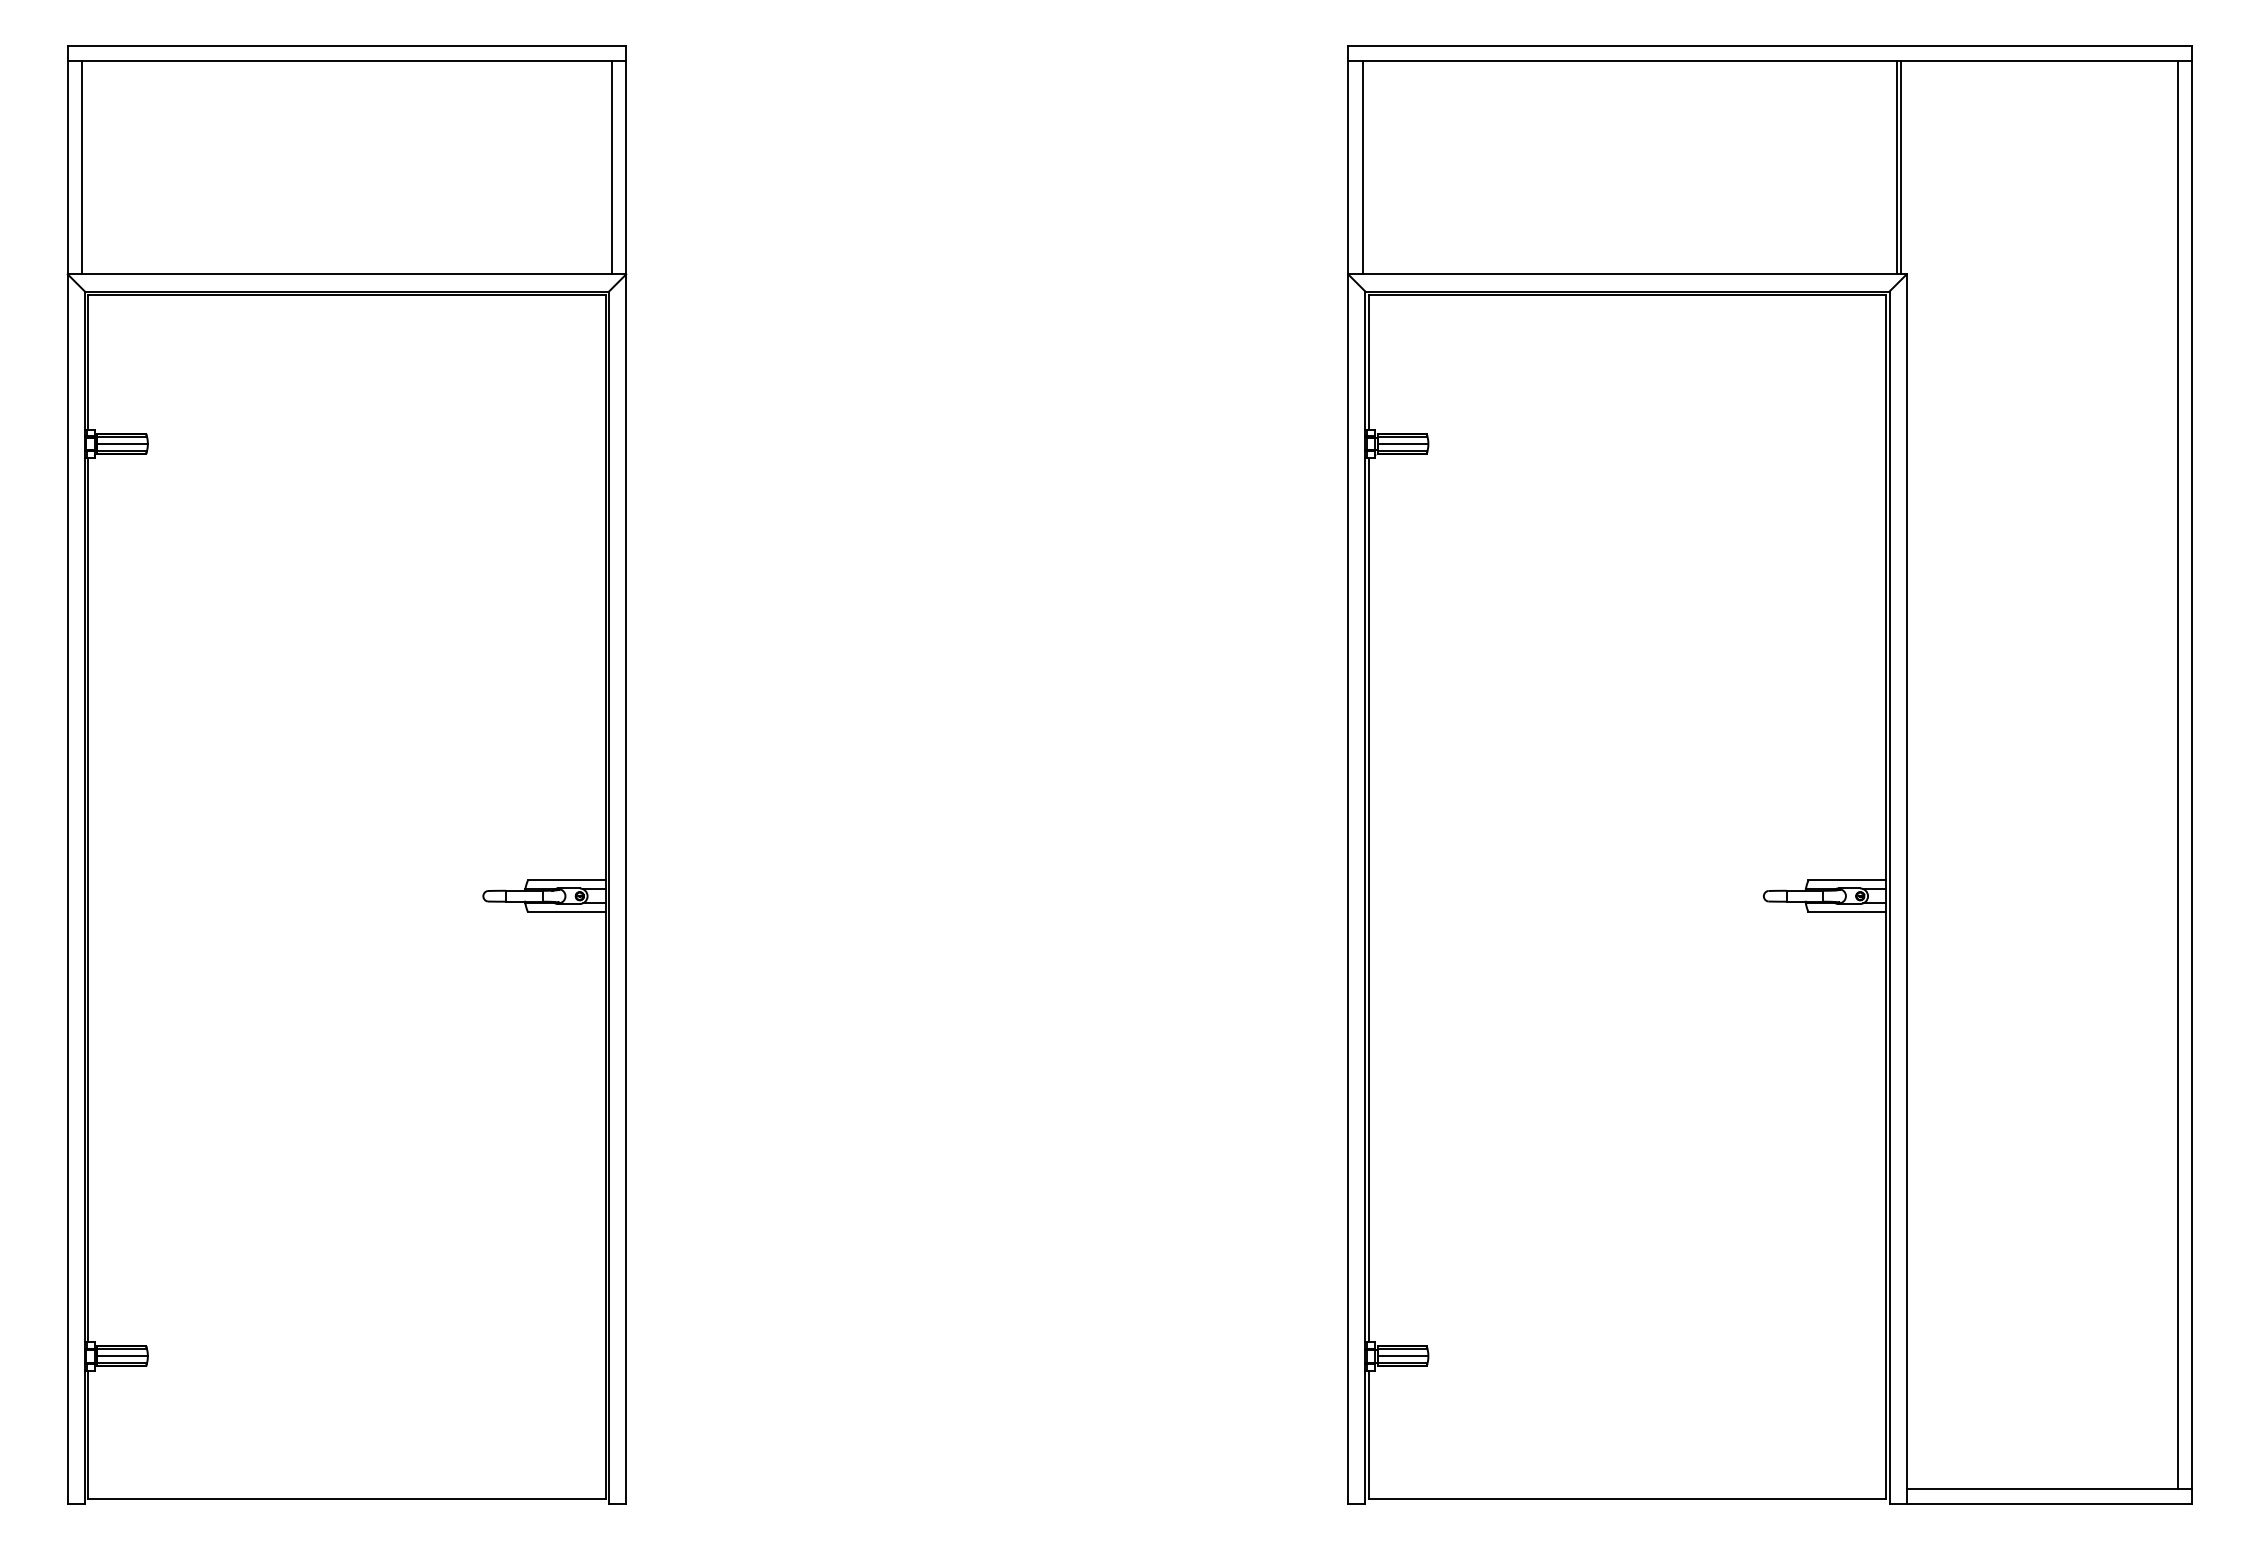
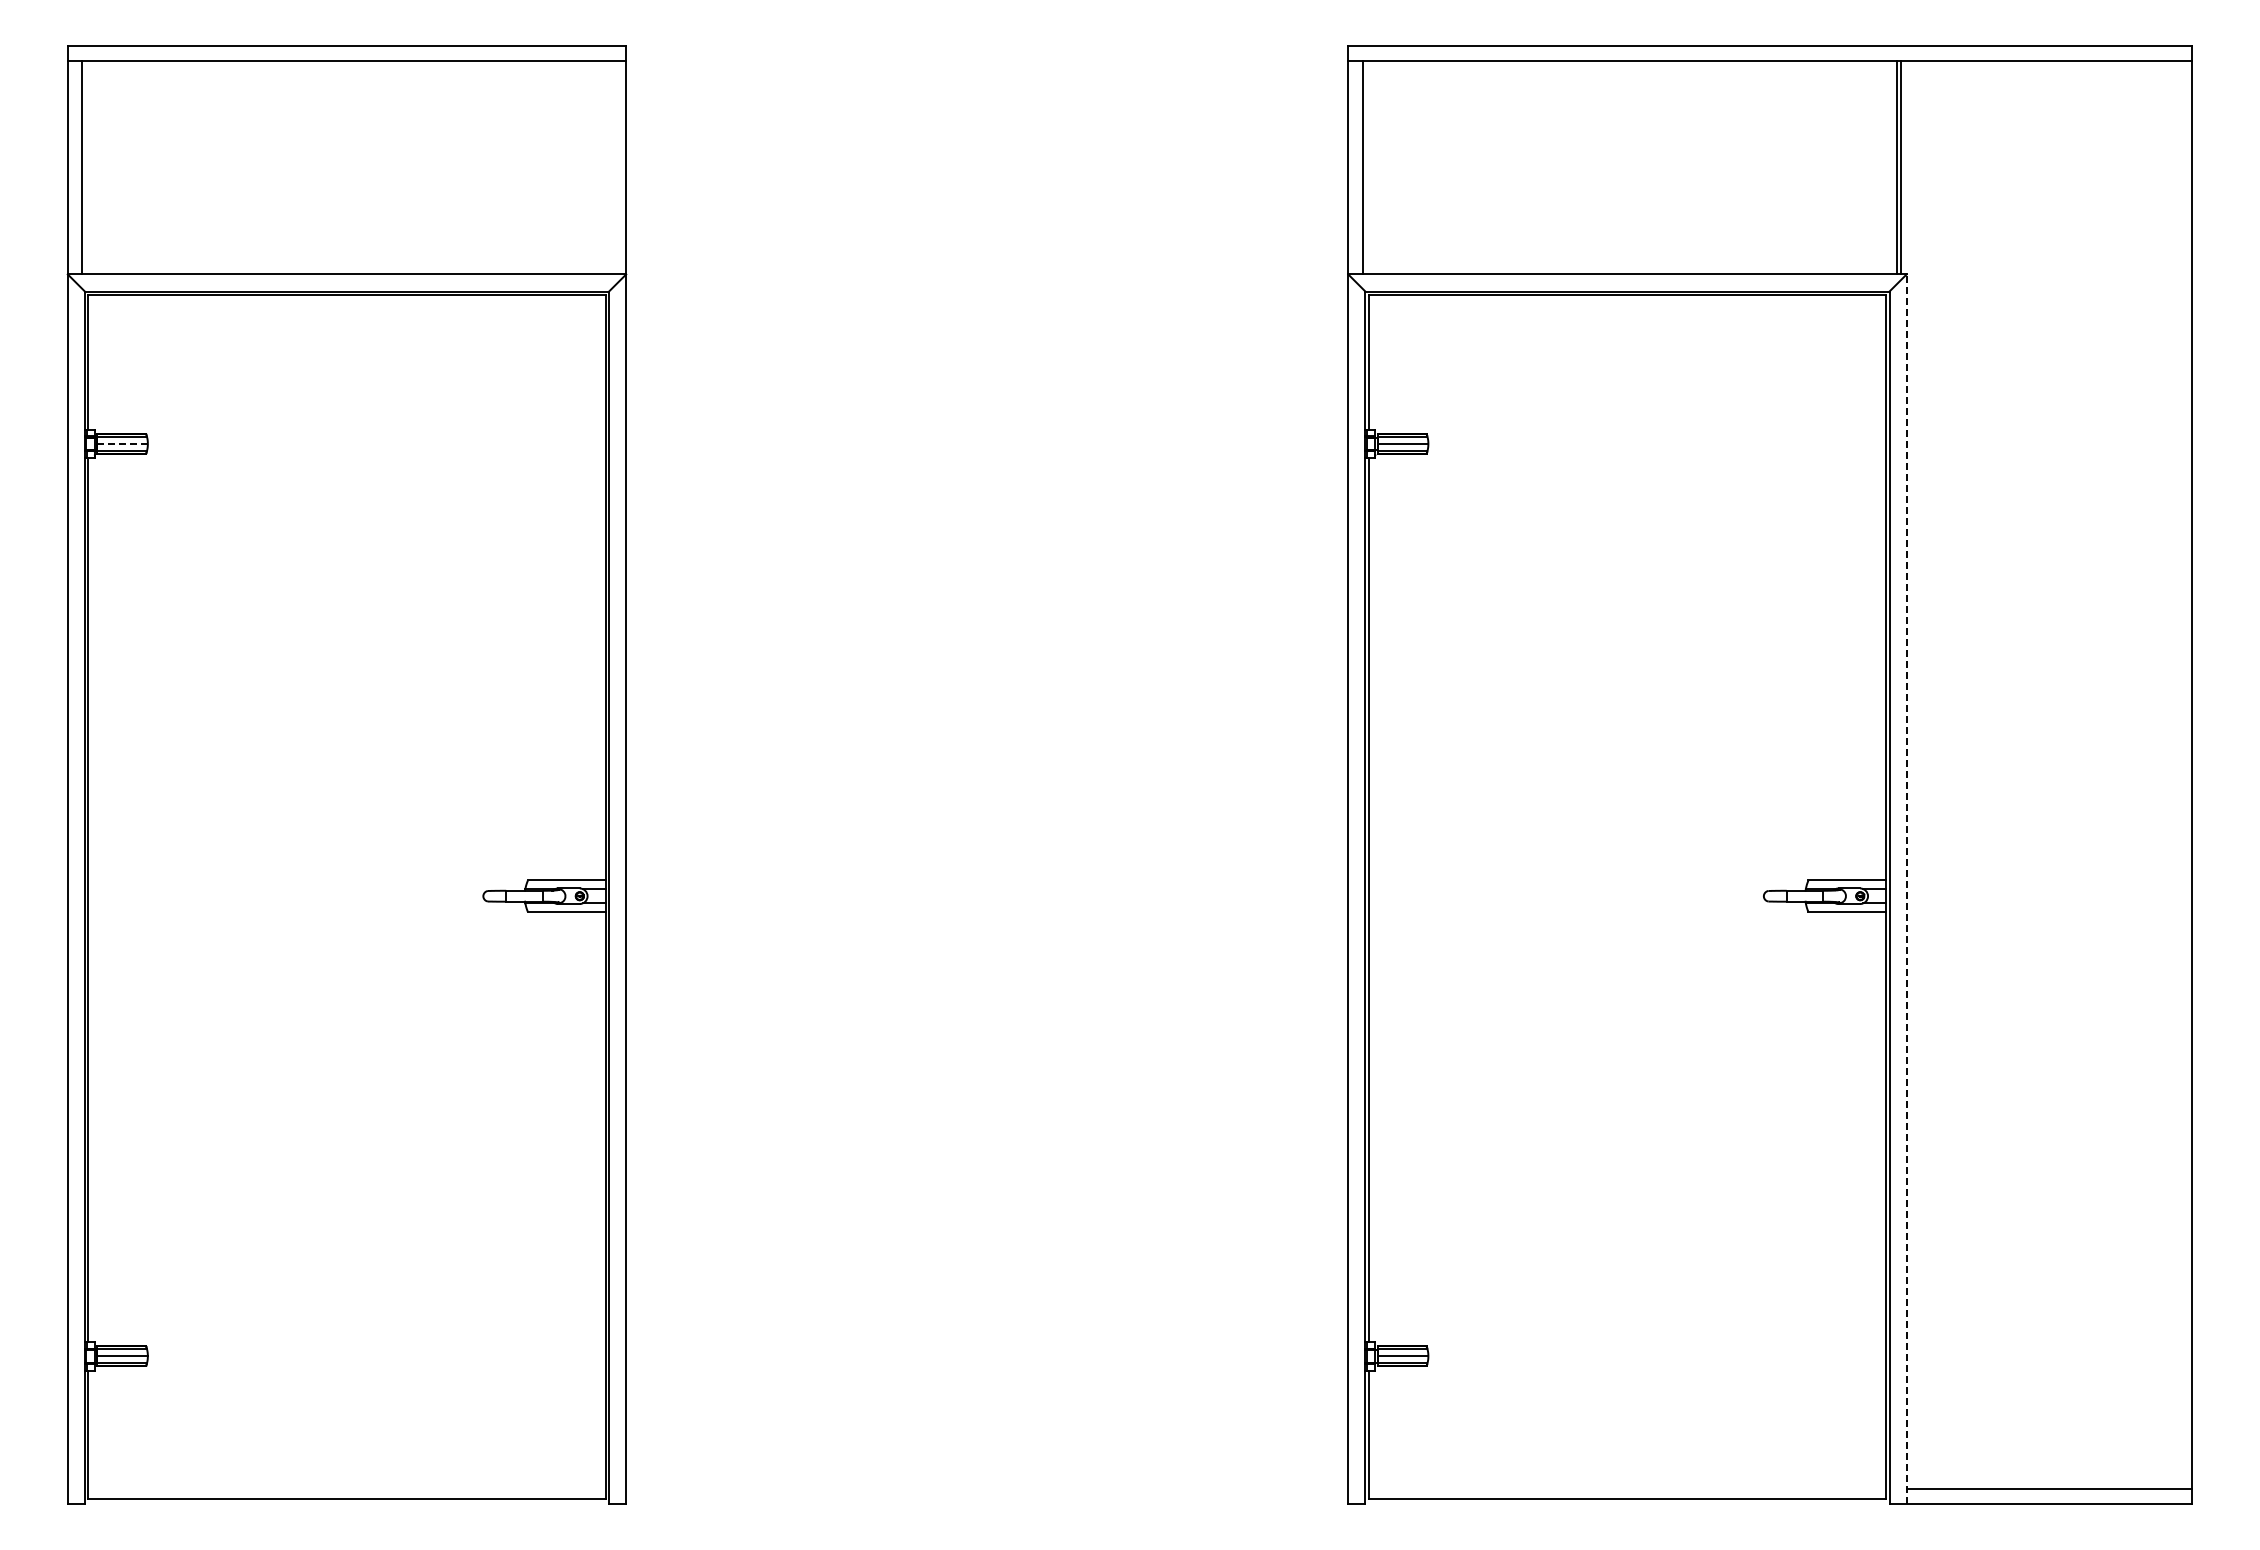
line at (611, 167): present -> none
line at (123, 443): solid -> dashed
line at (2177, 774): present -> none
line at (1906, 889): solid -> dashed
